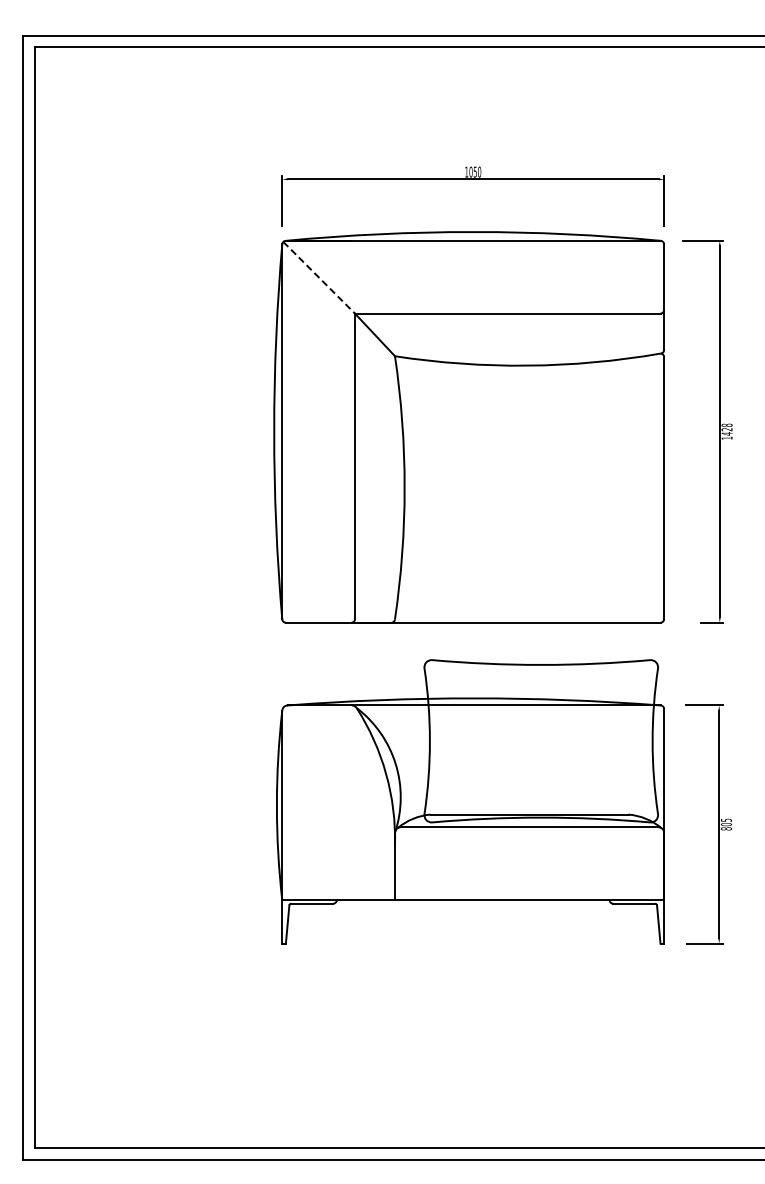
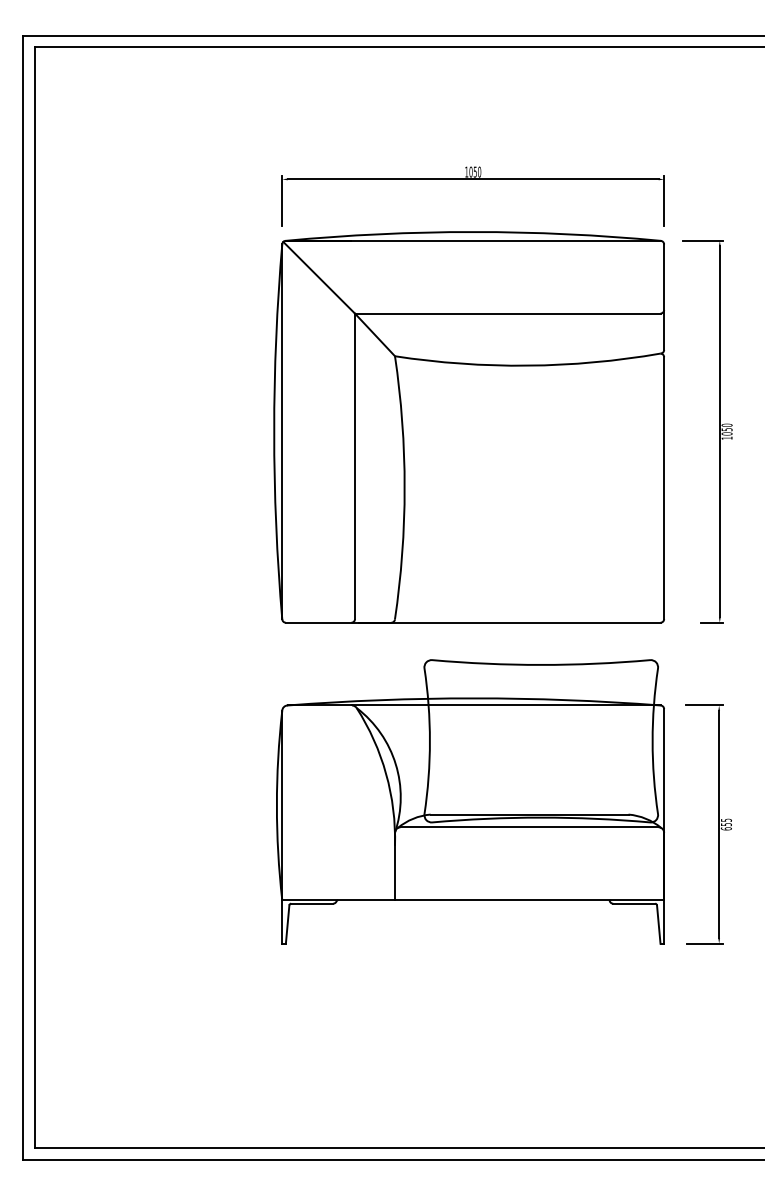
line at (319, 277): dashed -> solid
text at (726, 429): 1428 -> 1050
text at (725, 826): 805 -> 655
